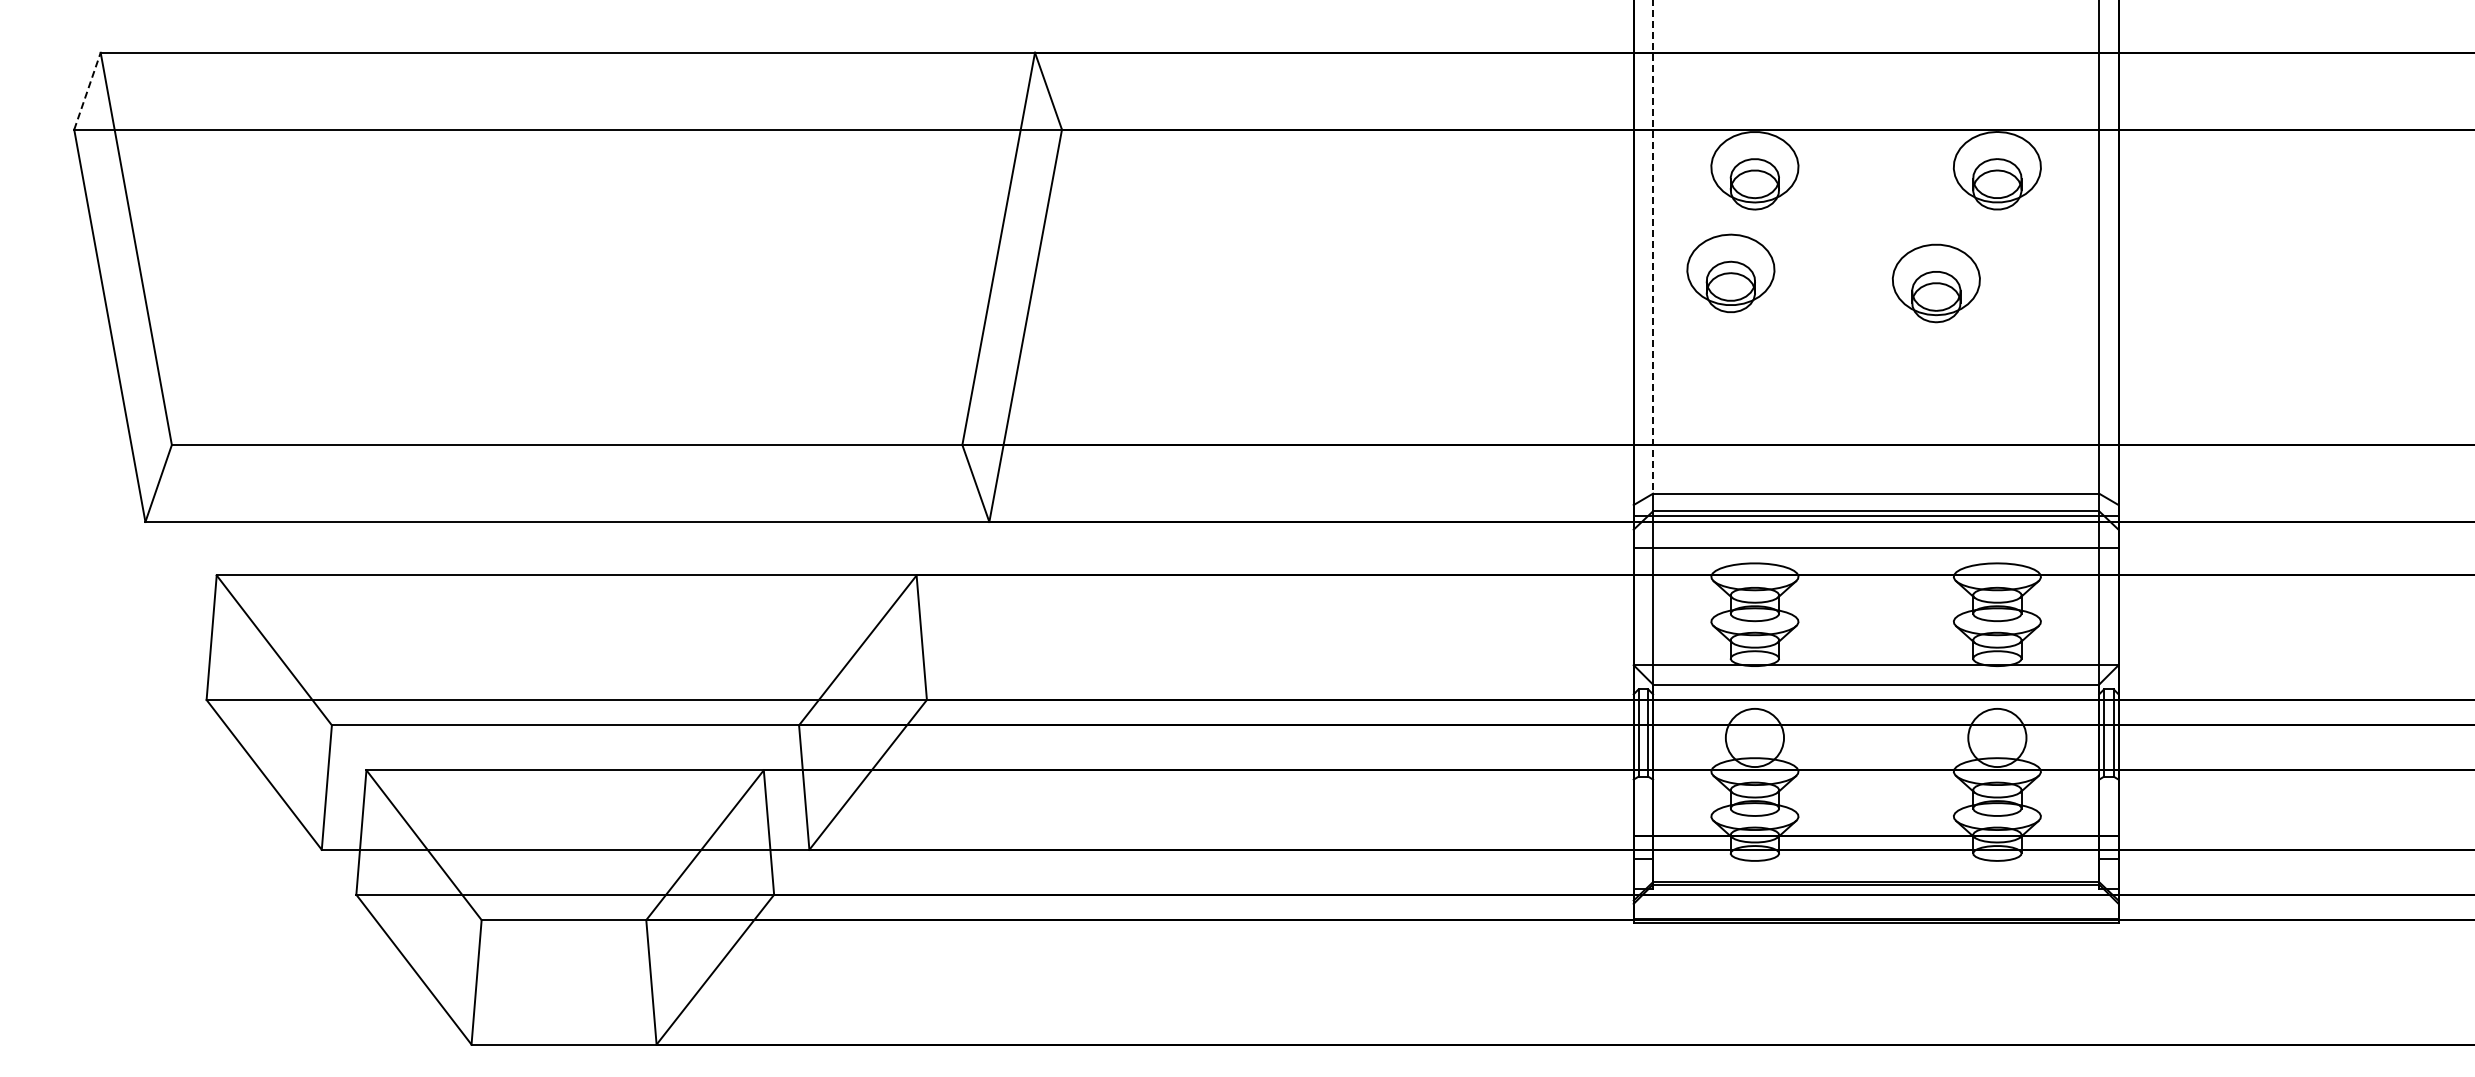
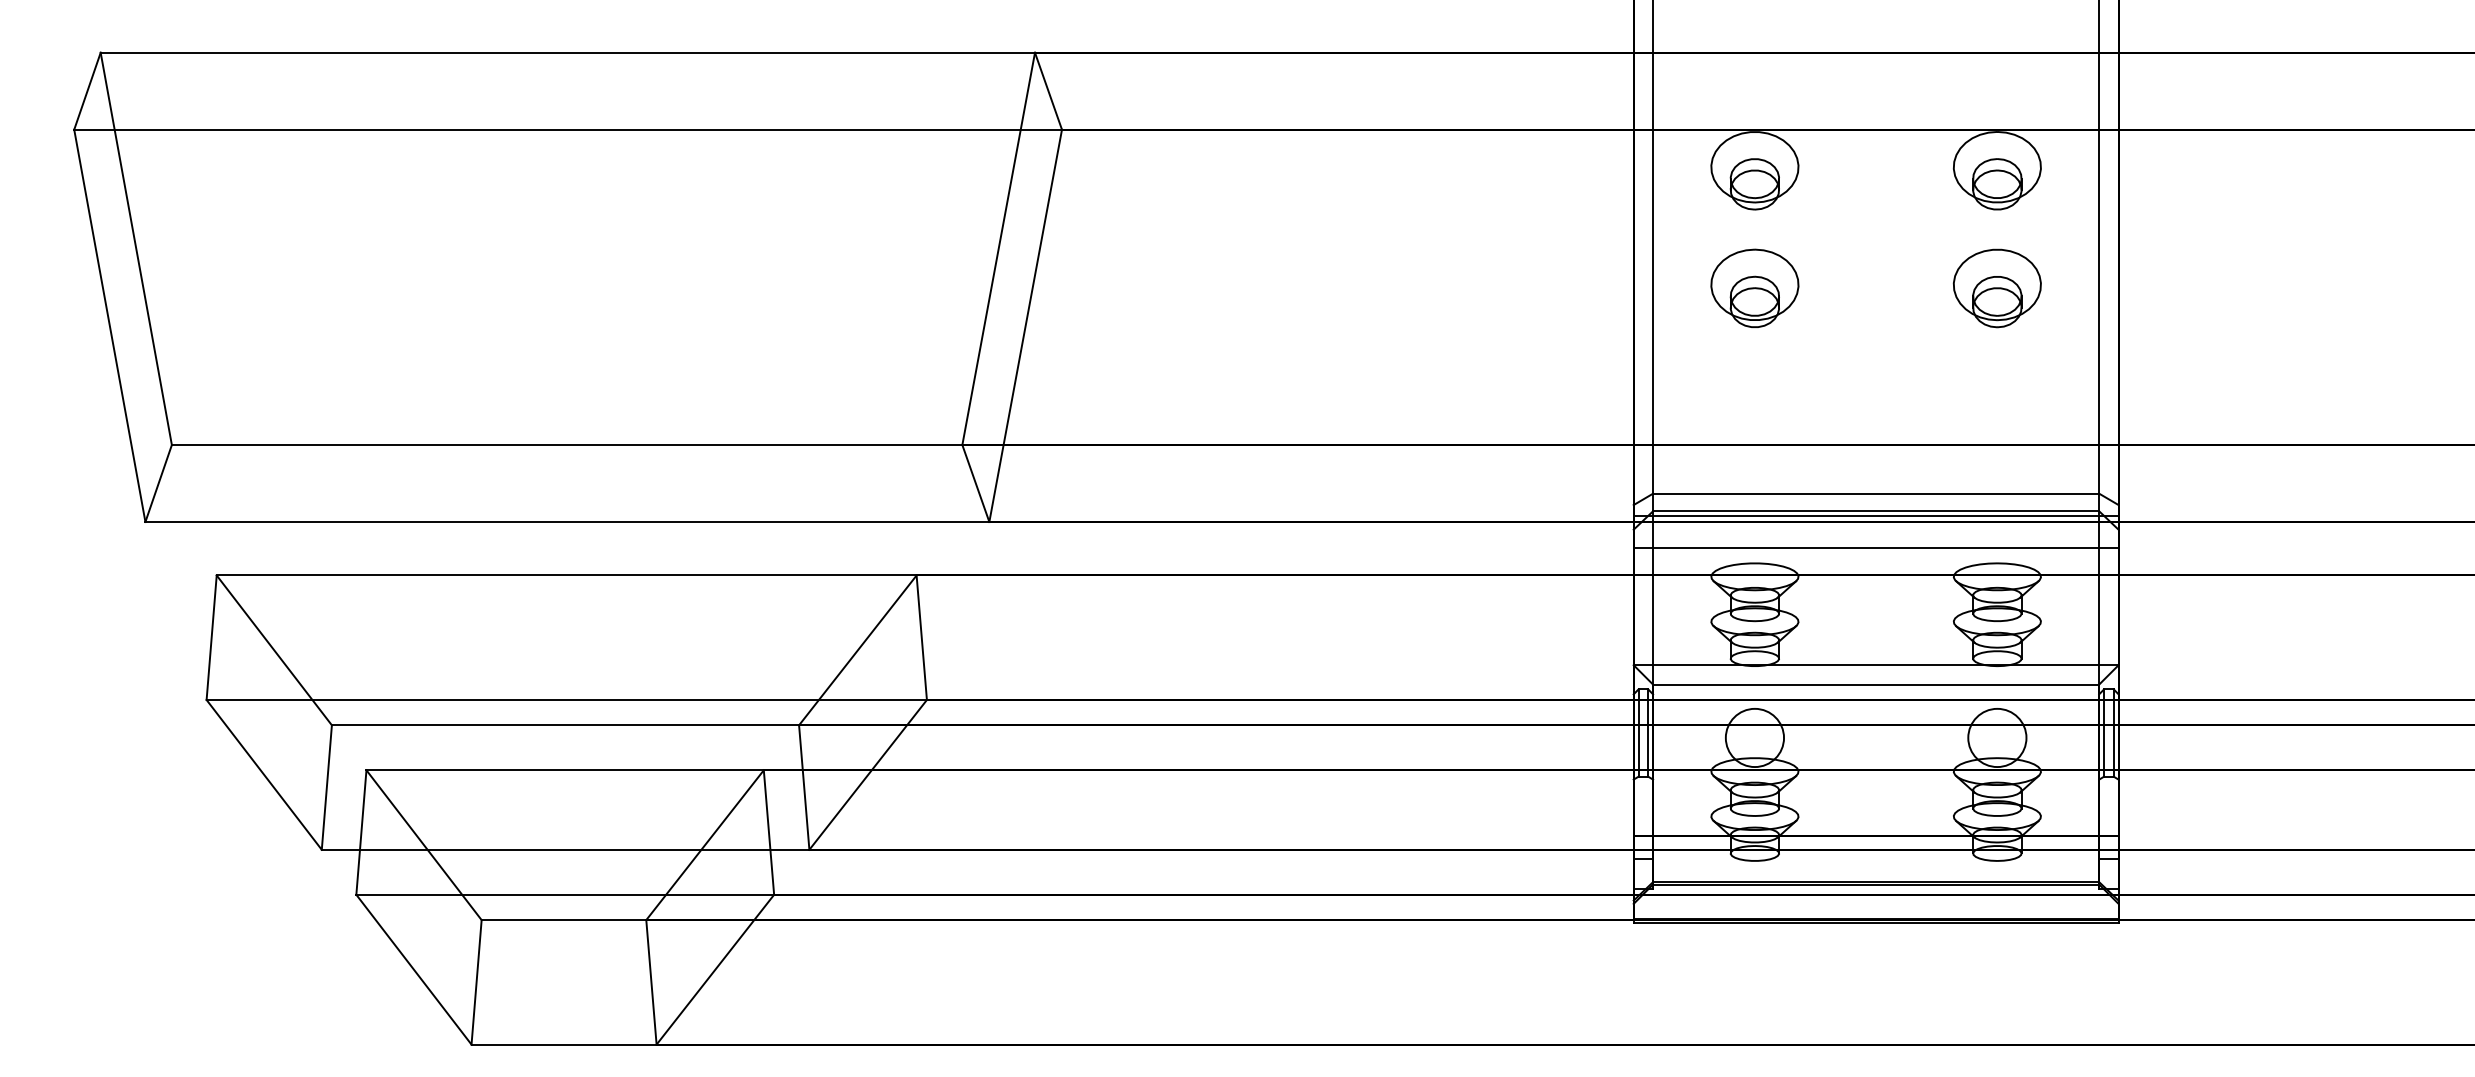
line at (87, 91): dashed -> solid
line at (1653, 246): dashed -> solid
part at (1730, 272) position: (1730, 272) -> (1754, 287)
part at (1935, 283) position: (1935, 283) -> (1996, 288)
